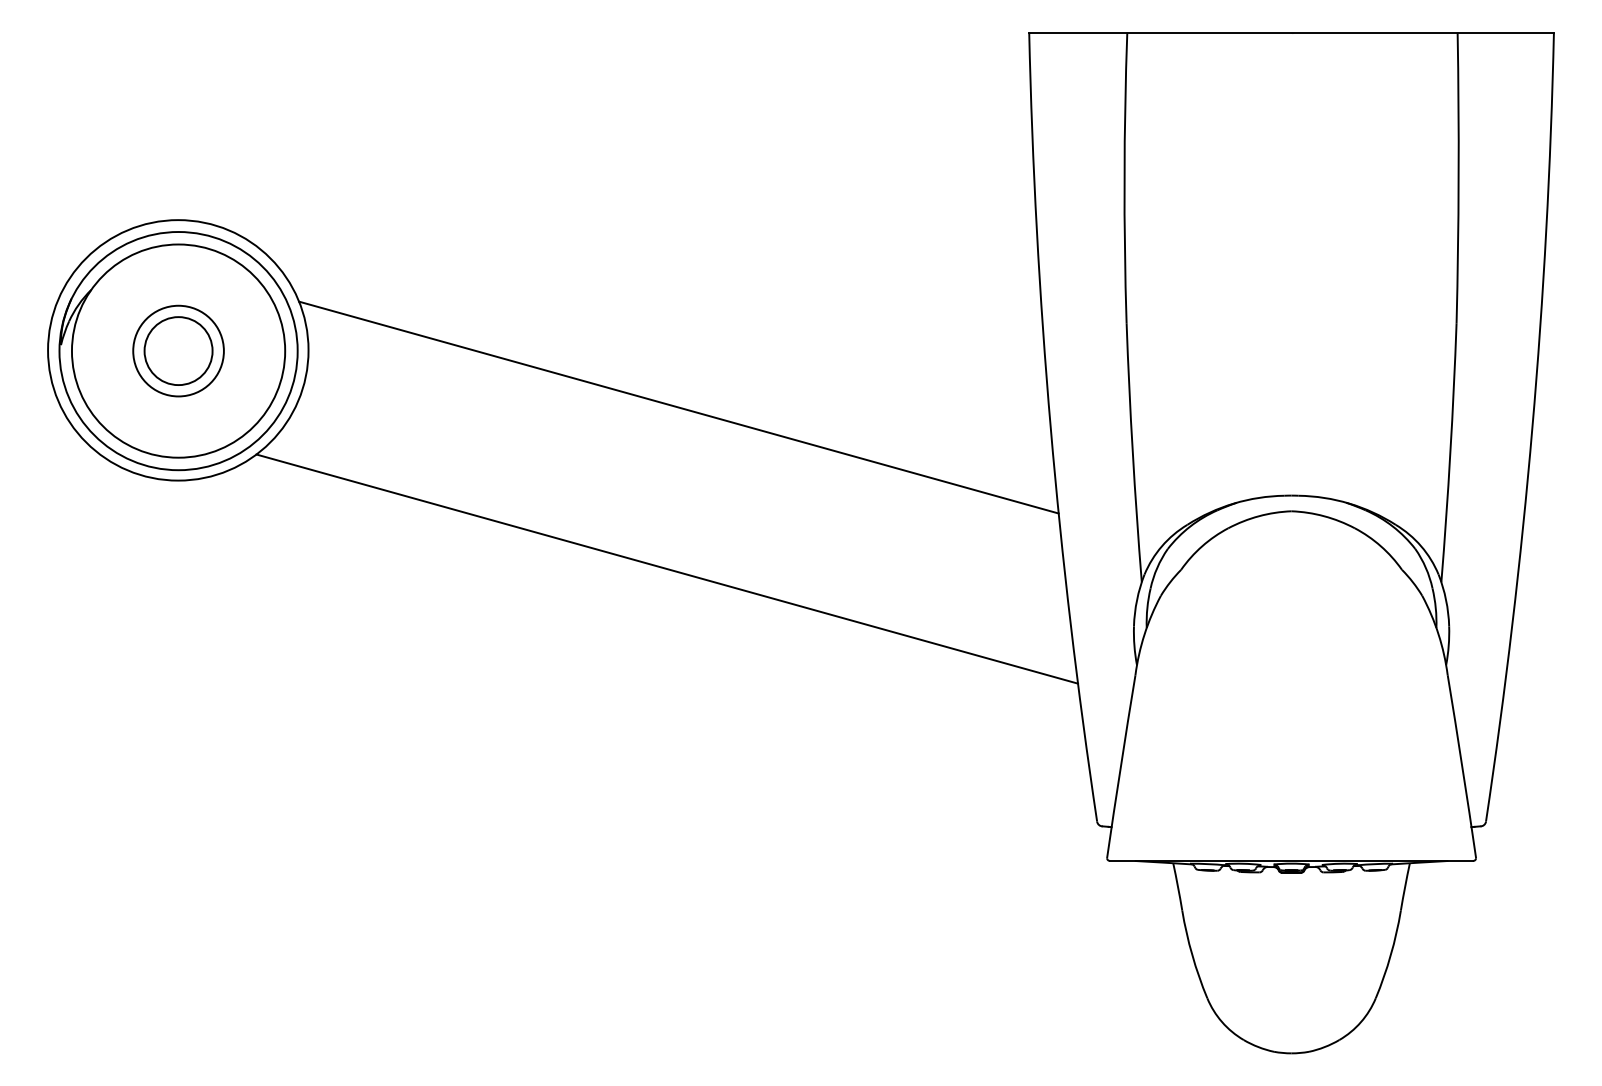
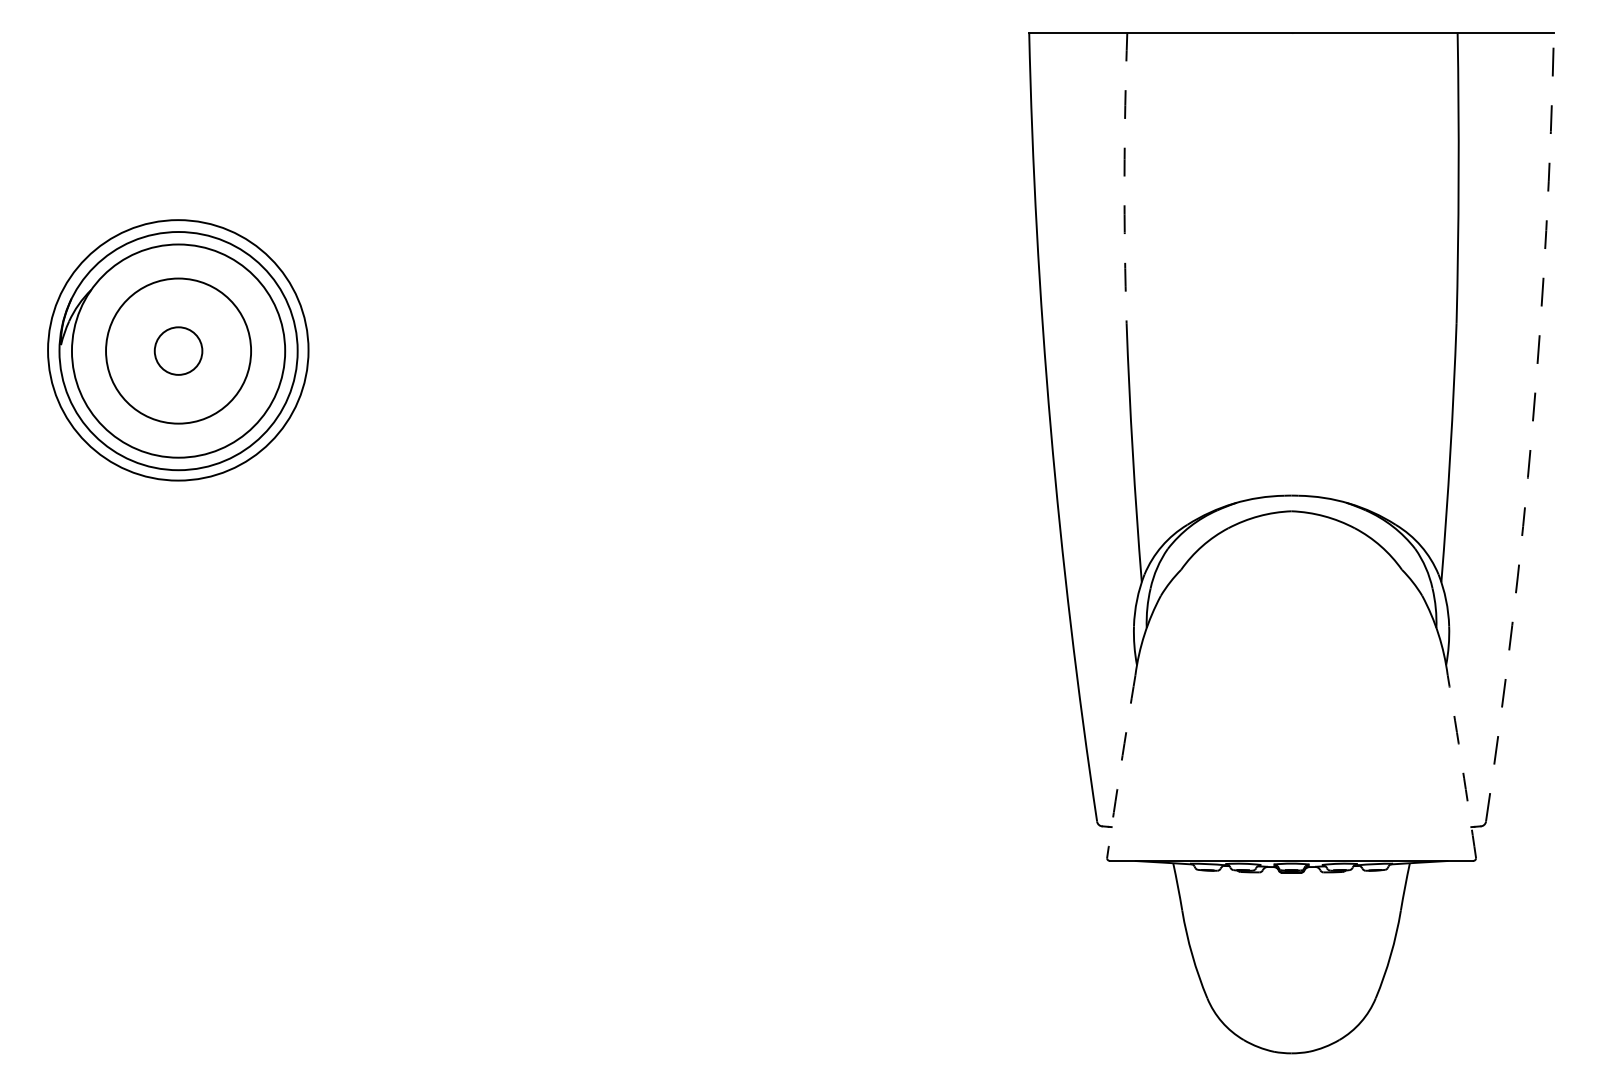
arc at (1124, 177): solid -> dashed
circle at (178, 350) diameter: 91 px -> 145 px
circle at (178, 351) diameter: 68 px -> 48 px
line at (678, 407): present -> none
arc at (1532, 428): solid -> dashed
line at (667, 568): present -> none
arc at (1120, 766): solid -> dashed
arc at (1462, 766): solid -> dashed
